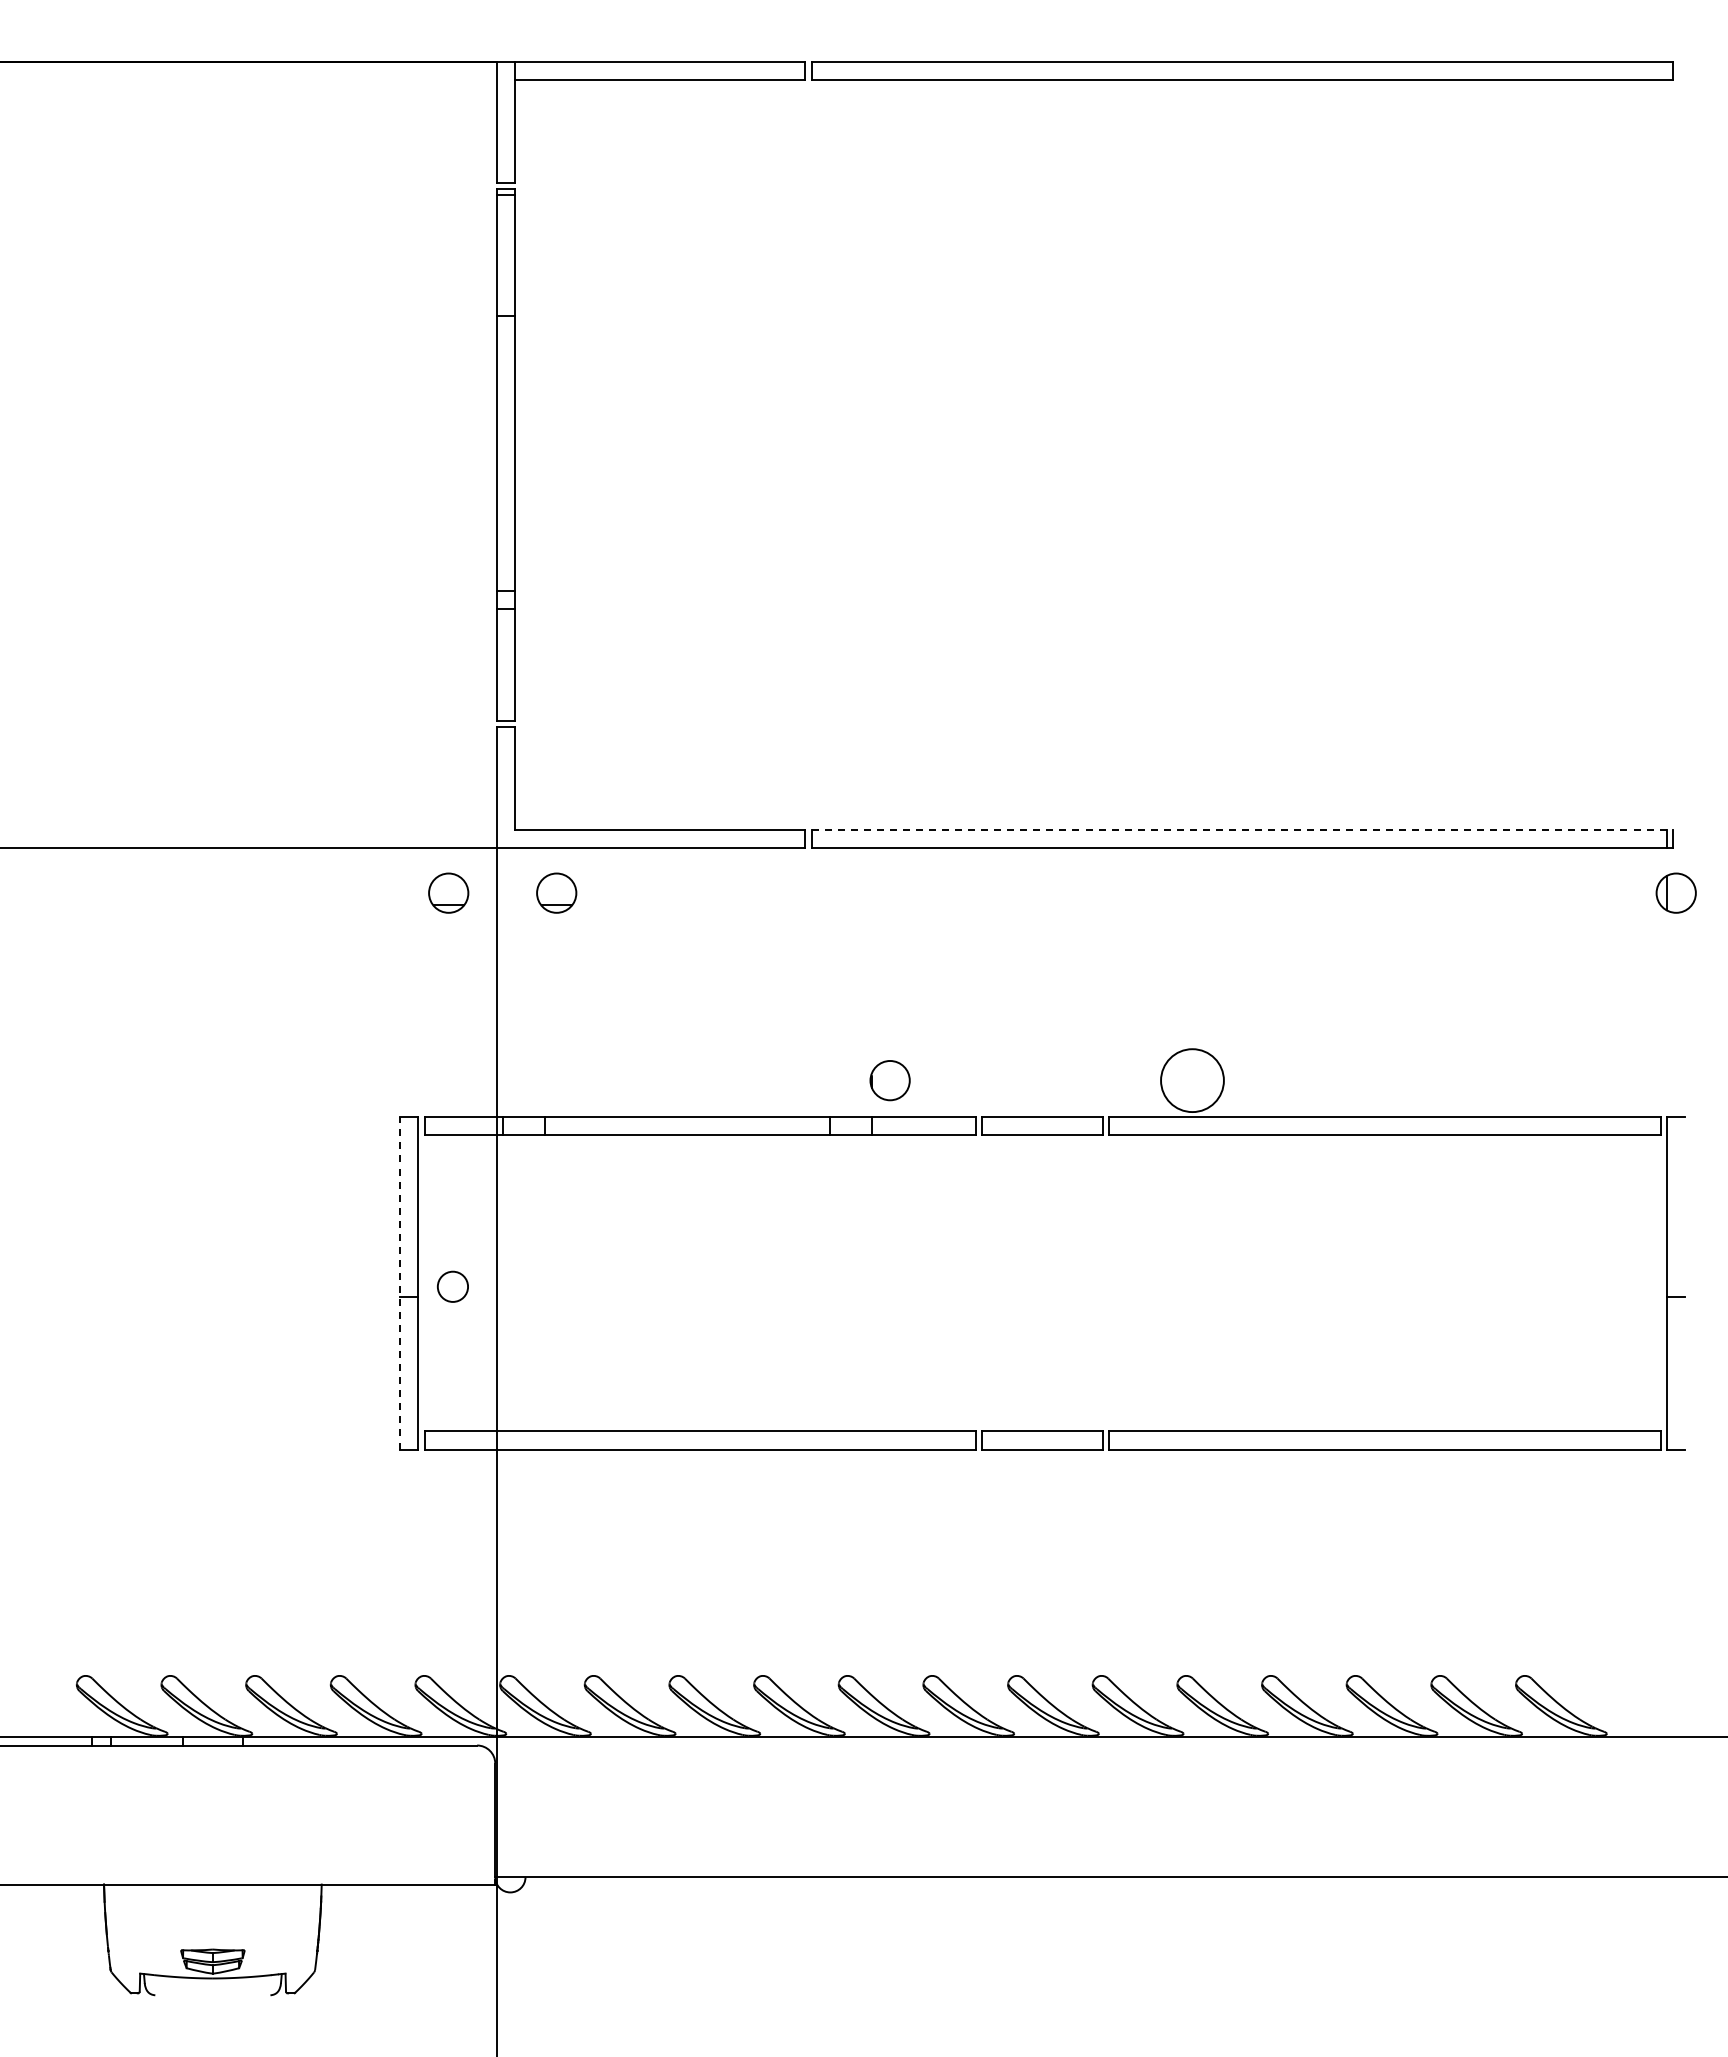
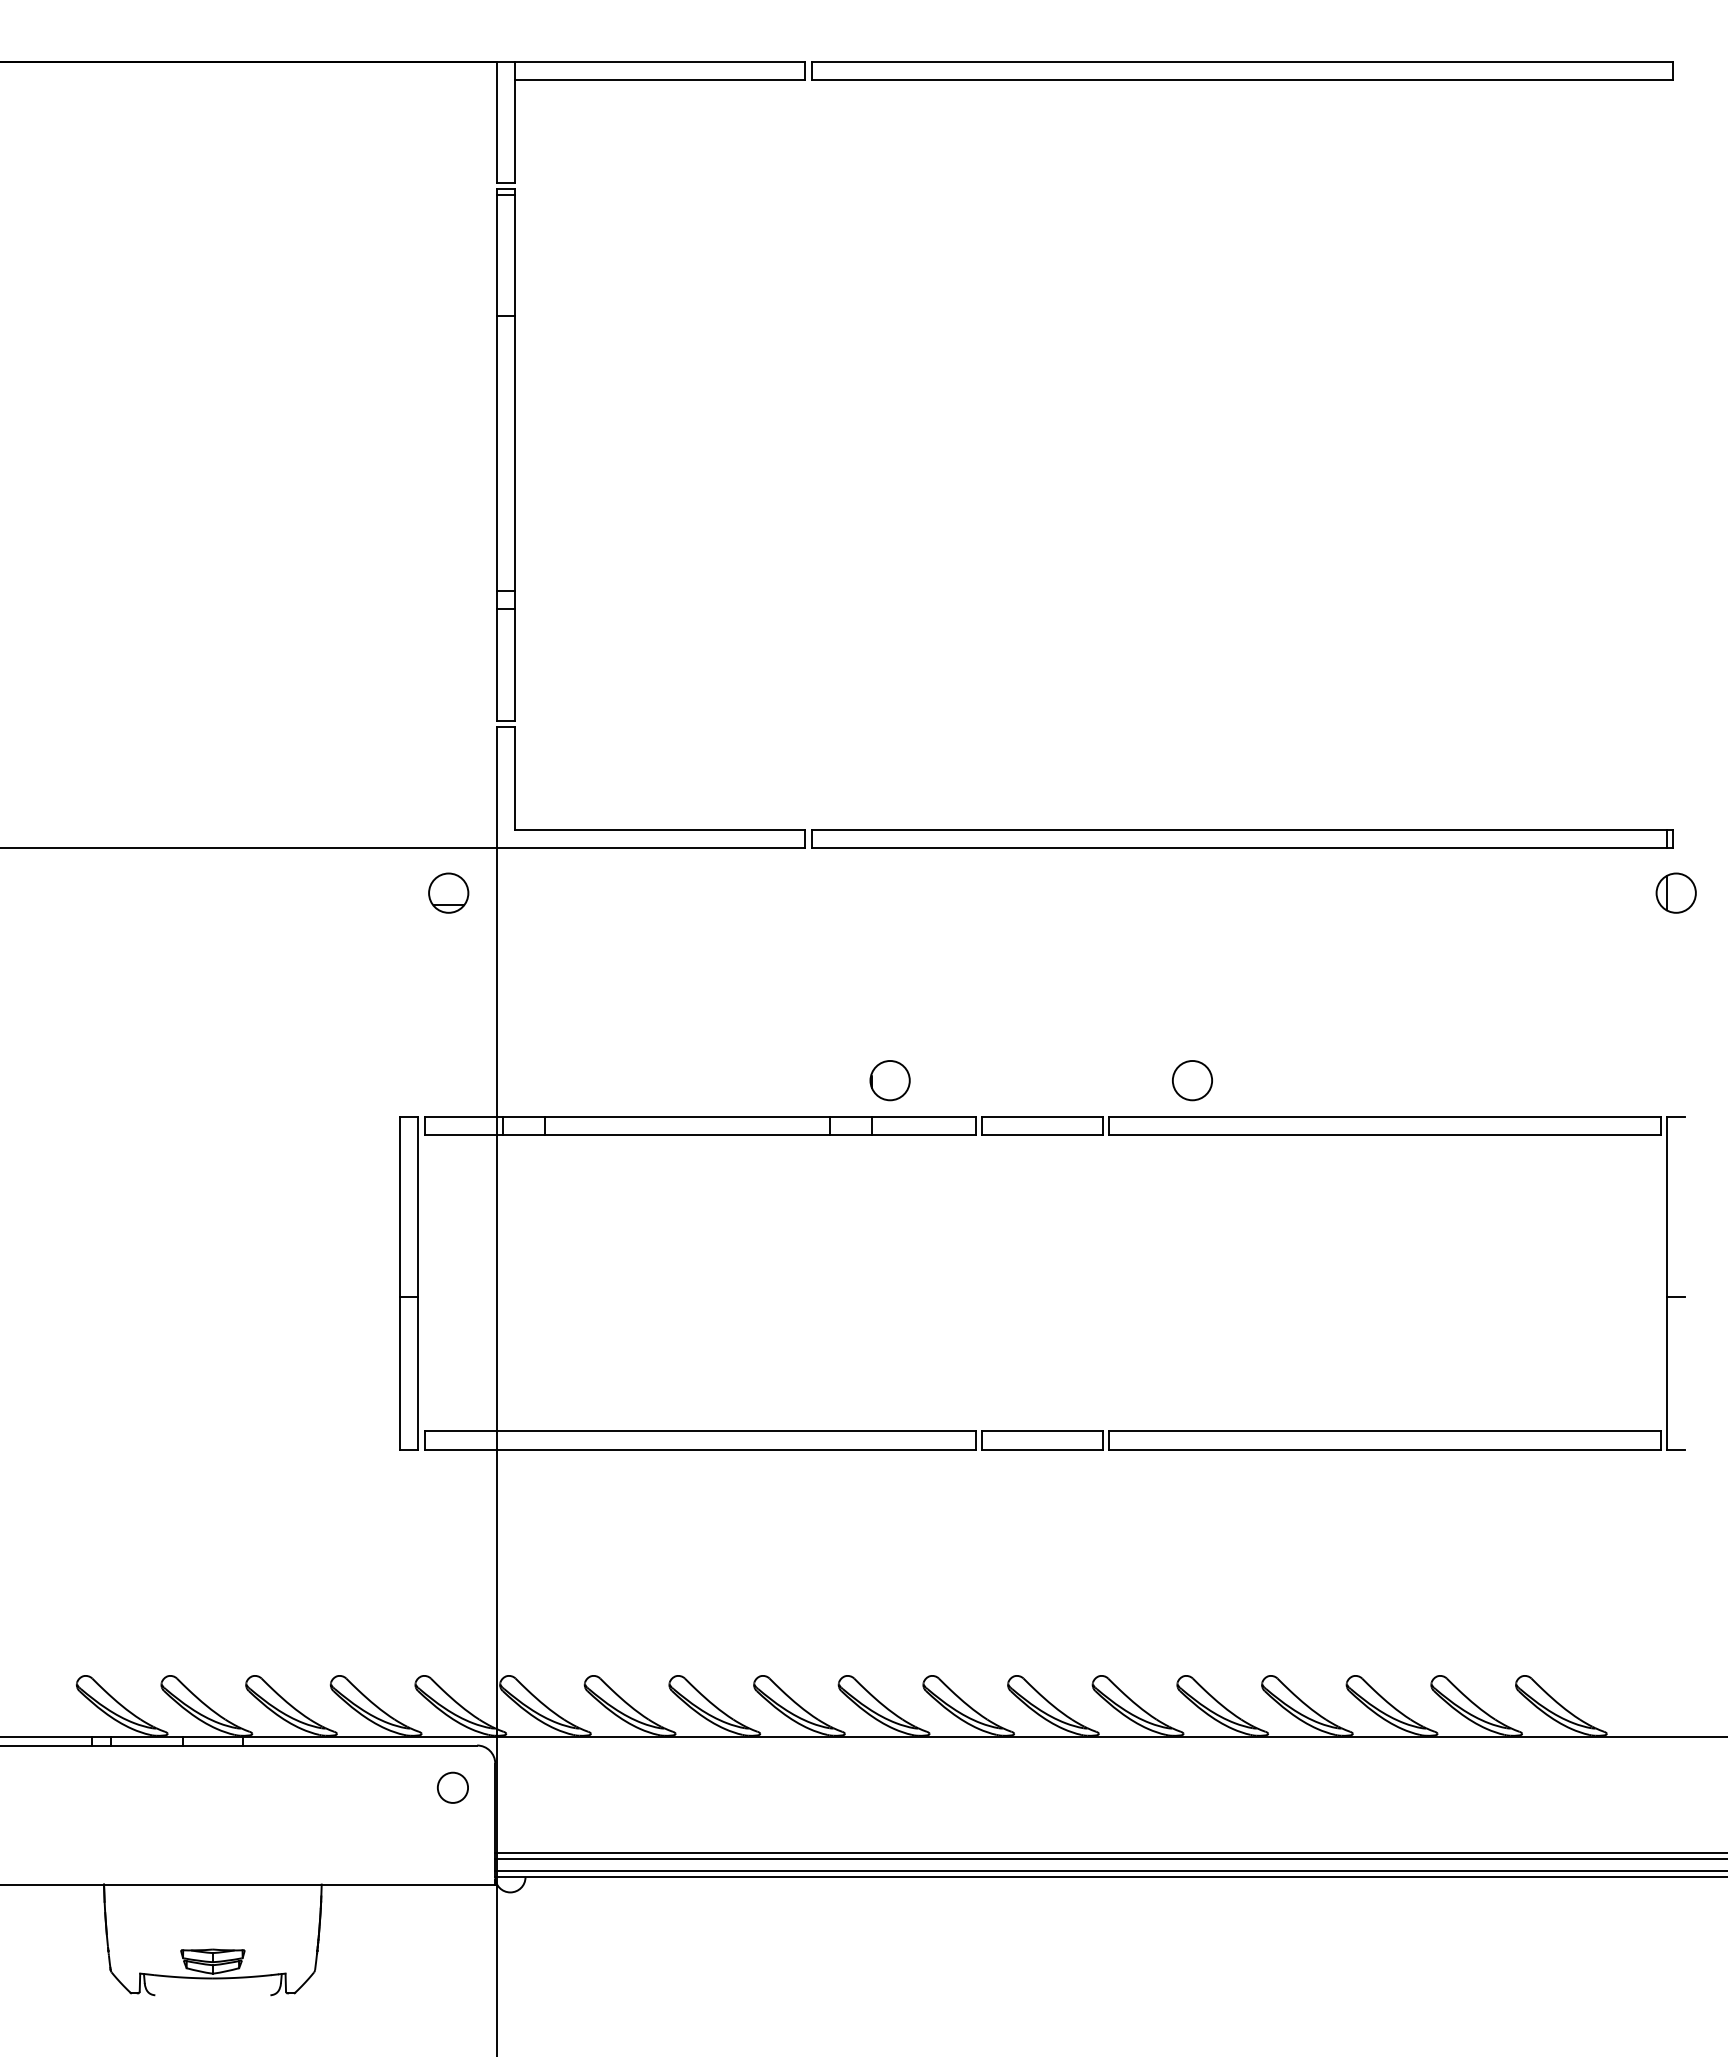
line at (1242, 829): dashed -> solid
part at (556, 892): present -> none
circle at (1192, 1080) diameter: 63 px -> 39 px
line at (400, 1282): dashed -> solid
circle at (452, 1286) position: (452, 1286) -> (452, 1787)
line at (1109, 1853): none -> present
line at (1109, 1859): none -> present
line at (1109, 1871): none -> present
